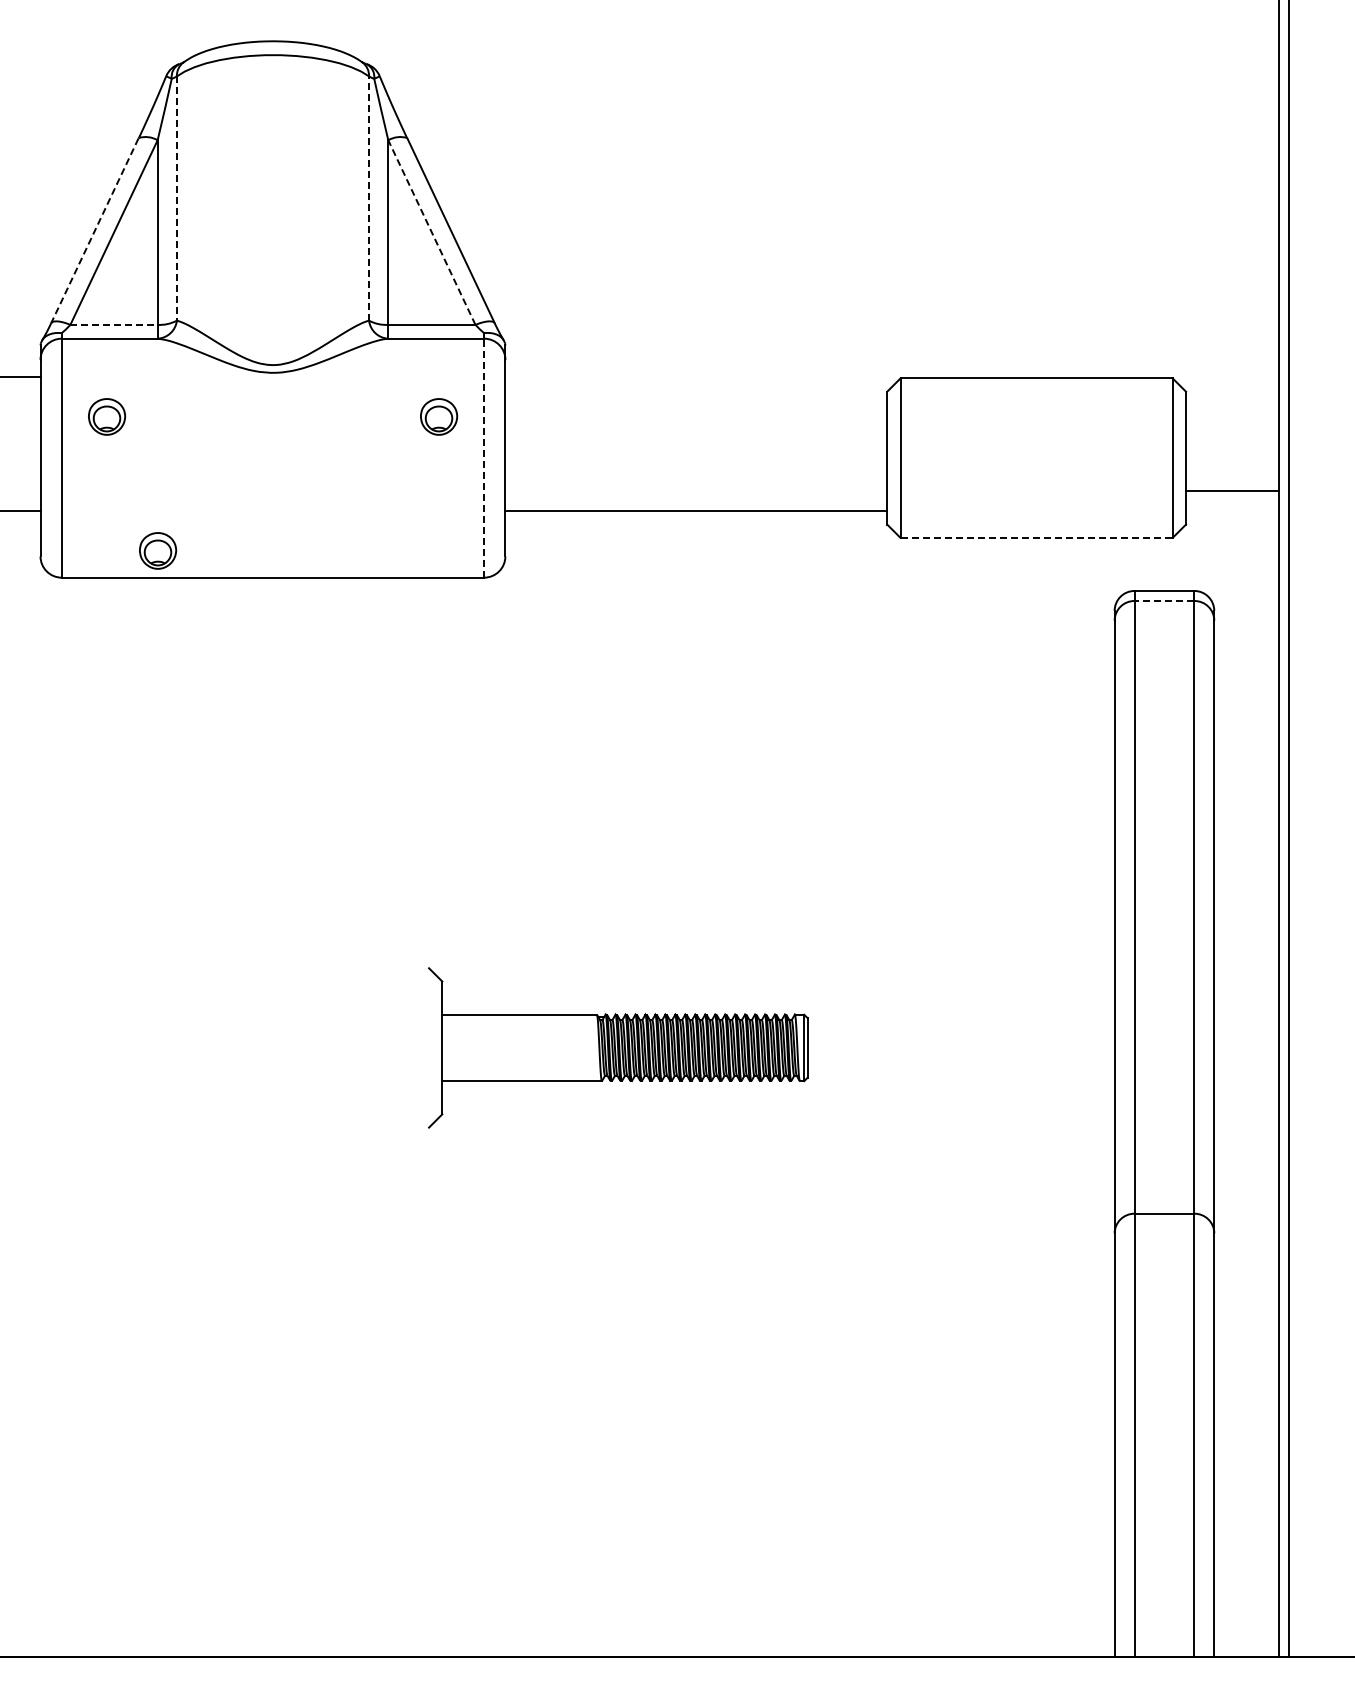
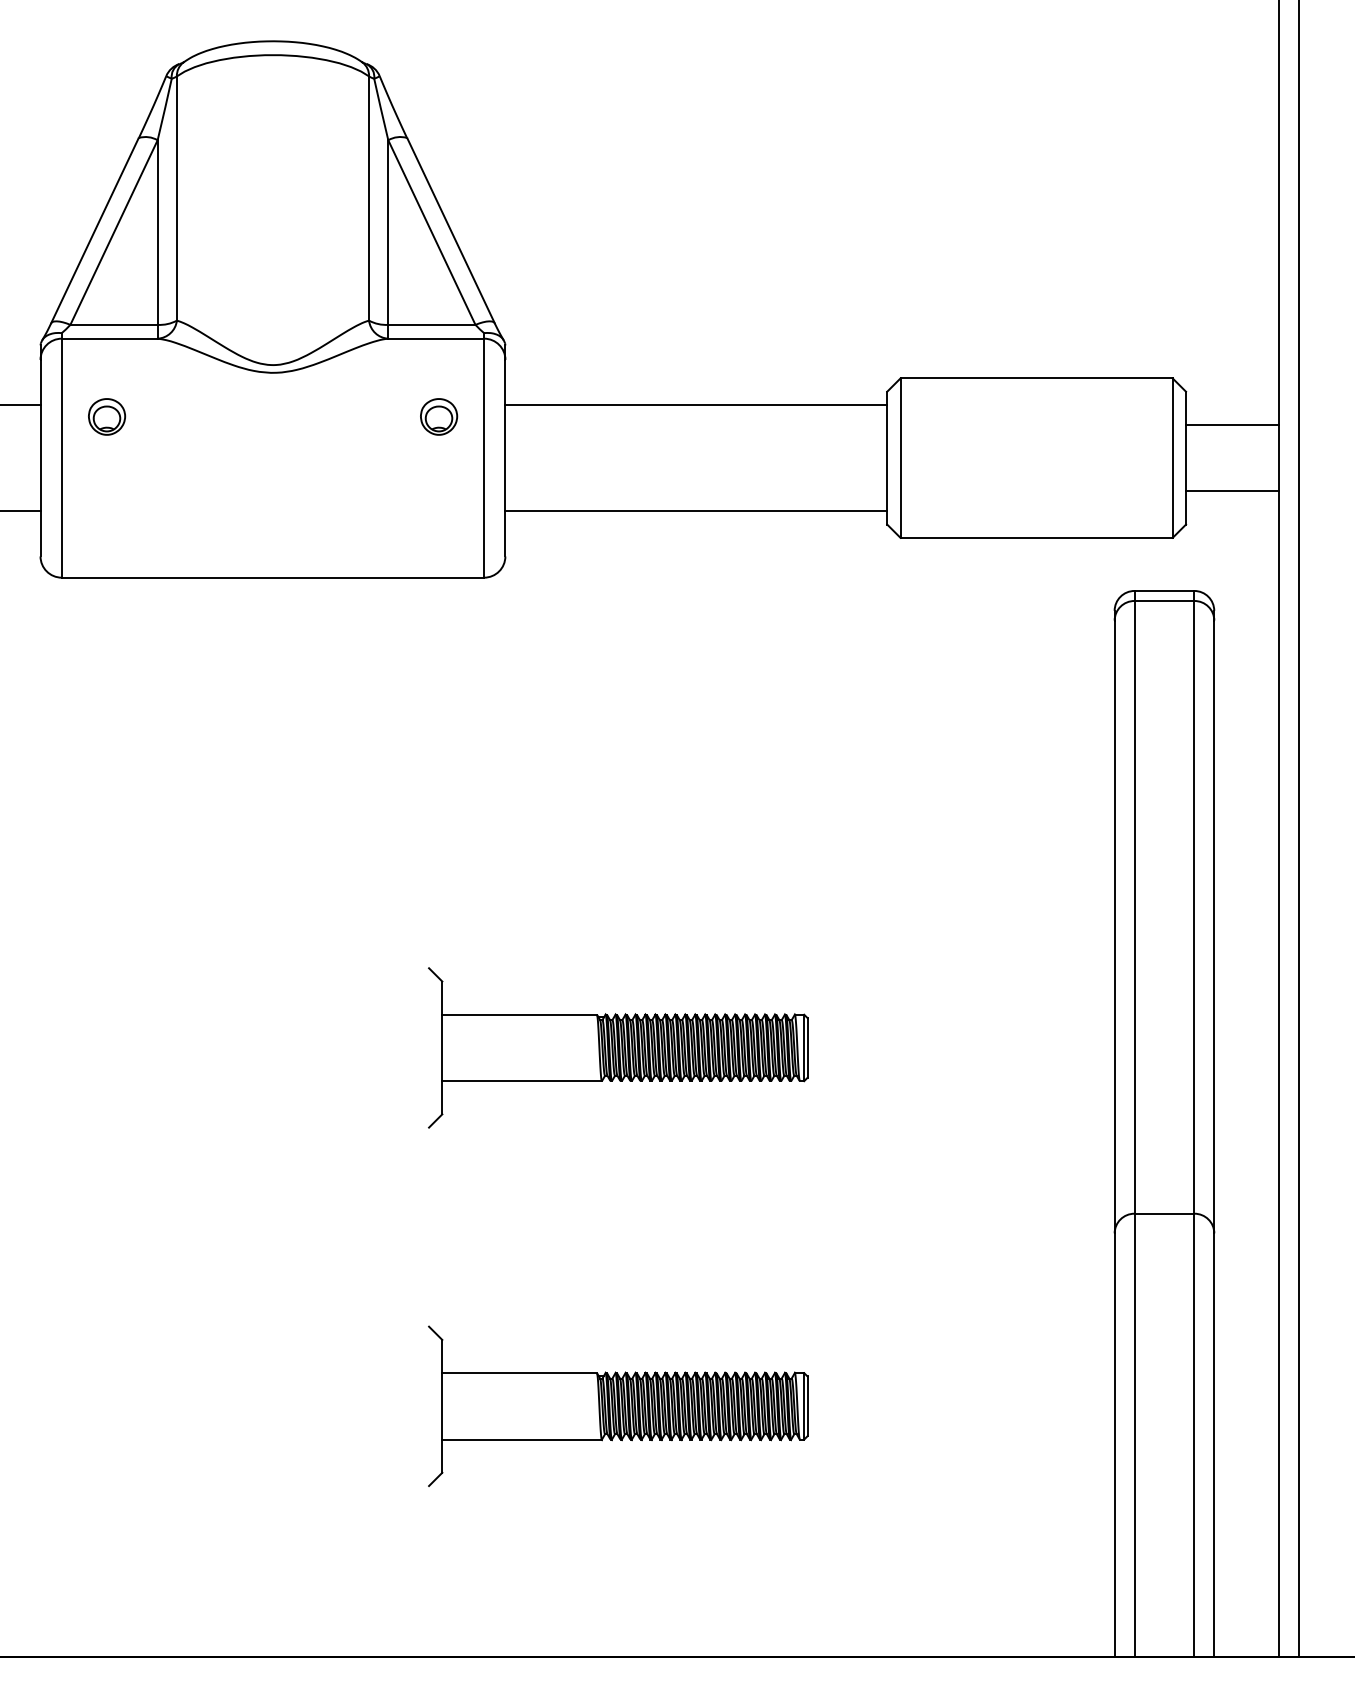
line at (369, 198): dashed -> solid
line at (176, 199): dashed -> solid
line at (94, 231): dashed -> solid
line at (431, 232): dashed -> solid
line at (114, 324): dashed -> solid
line at (21, 377) position: (21, 377) -> (21, 405)
line at (696, 405): none -> present
line at (1232, 424): none -> present
line at (484, 457): dashed -> solid
line at (1037, 537): dashed -> solid
part at (158, 550): present -> none
line at (1164, 601): dashed -> solid
line at (1288, 829) position: (1288, 829) -> (1298, 829)
part at (618, 1405): none -> present
